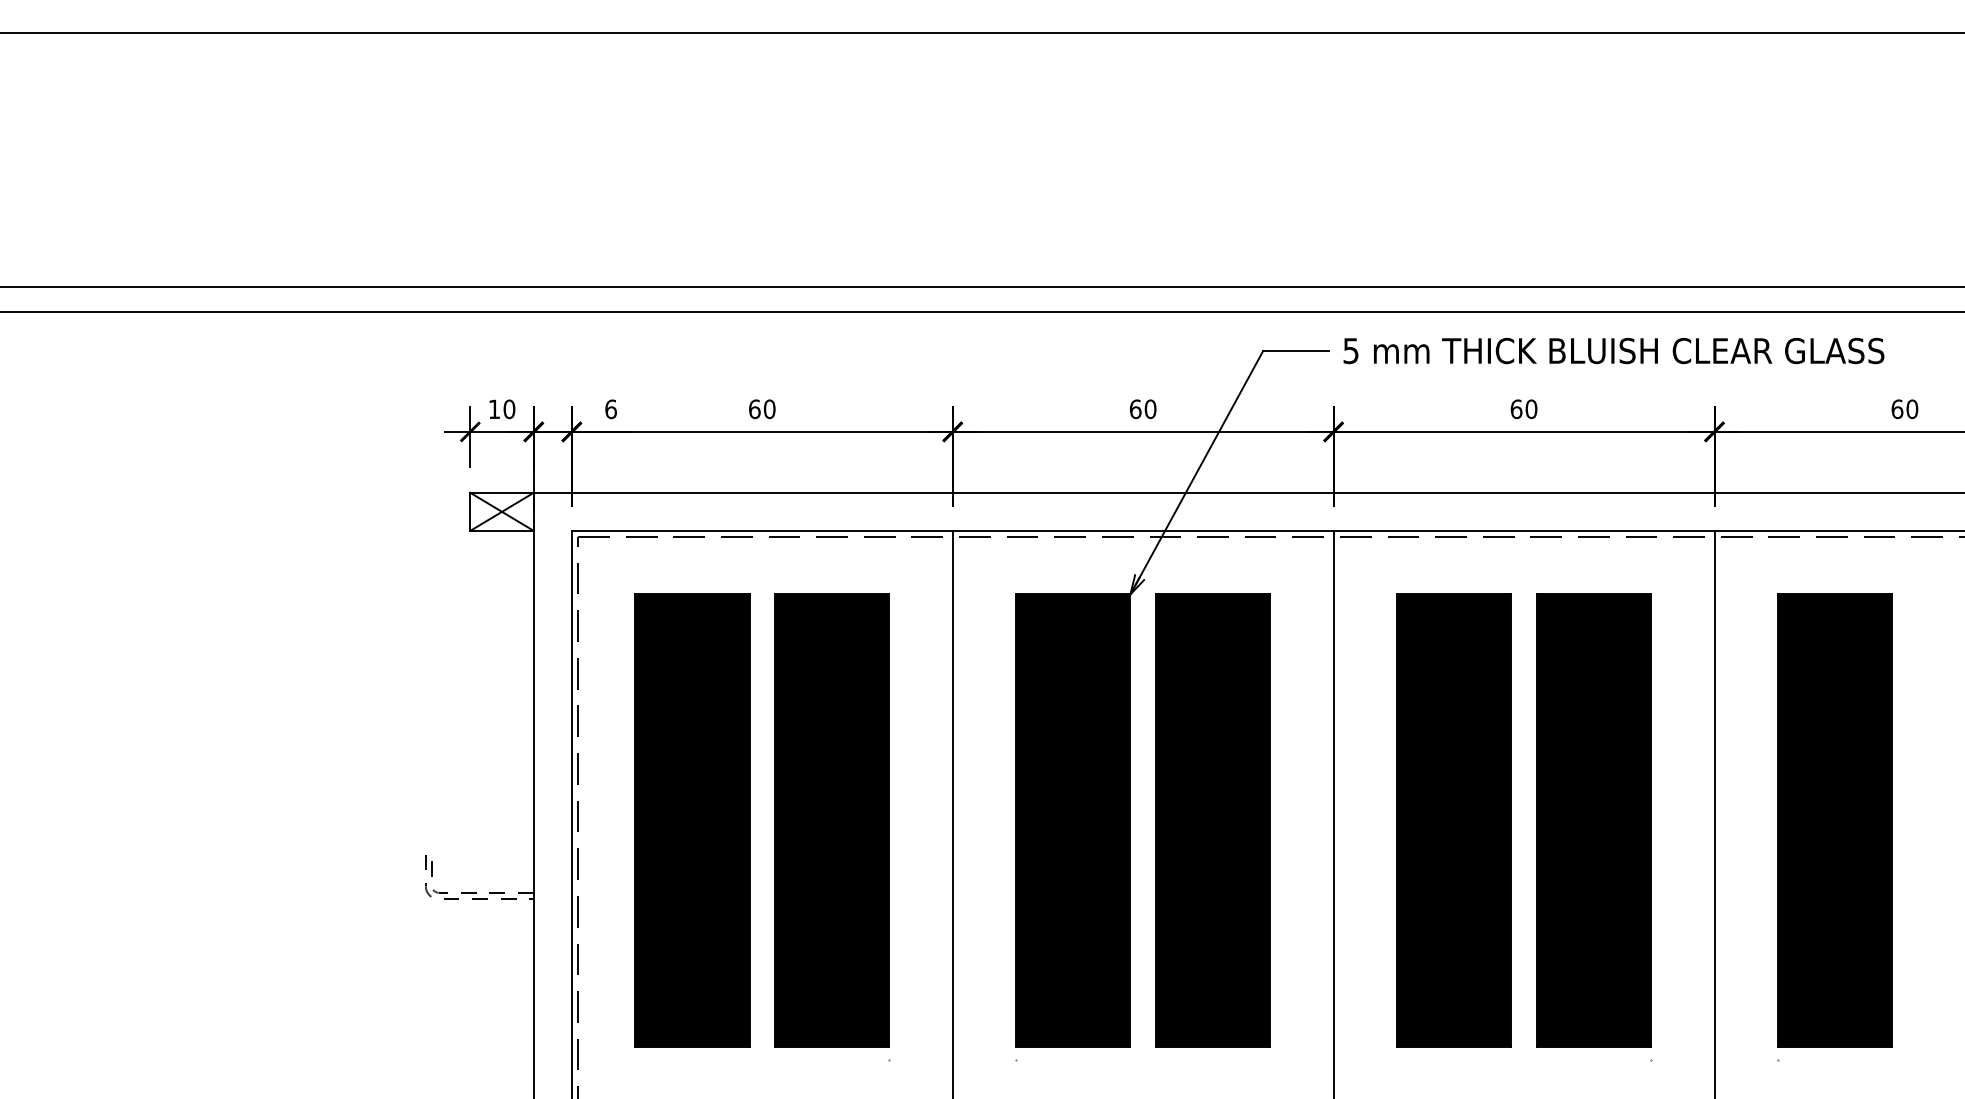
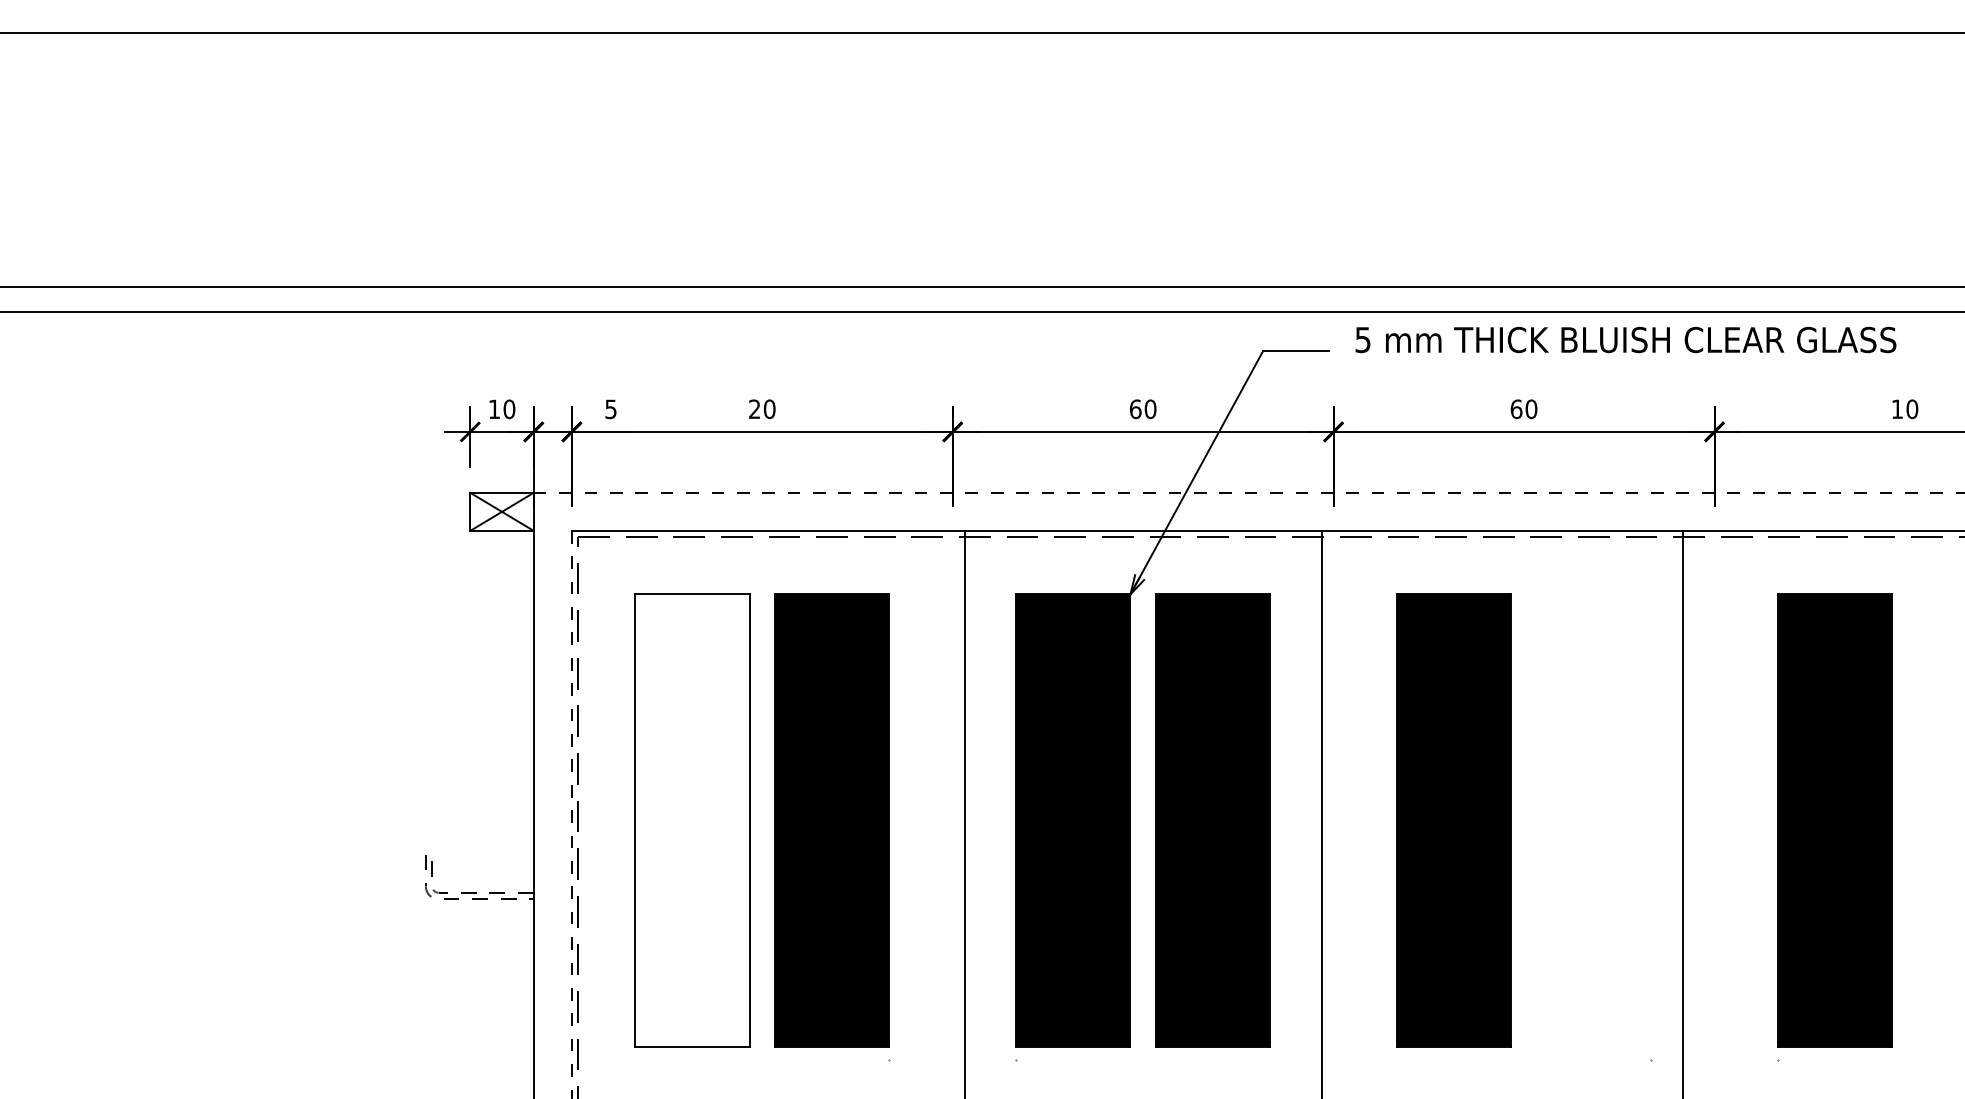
text at (1613, 350) position: (1613, 350) -> (1625, 339)
text at (611, 409): 6 -> 5
text at (754, 409): 60 -> 20
text at (1897, 409): 60 -> 10
line at (1249, 492): solid -> dashed
line at (952, 812) position: (952, 812) -> (964, 812)
line at (1333, 812) position: (1333, 812) -> (1321, 812)
line at (1714, 812) position: (1714, 812) -> (1682, 812)
line at (571, 814): solid -> dashed
fill at (692, 820): present -> none
part at (1593, 820): present -> none
